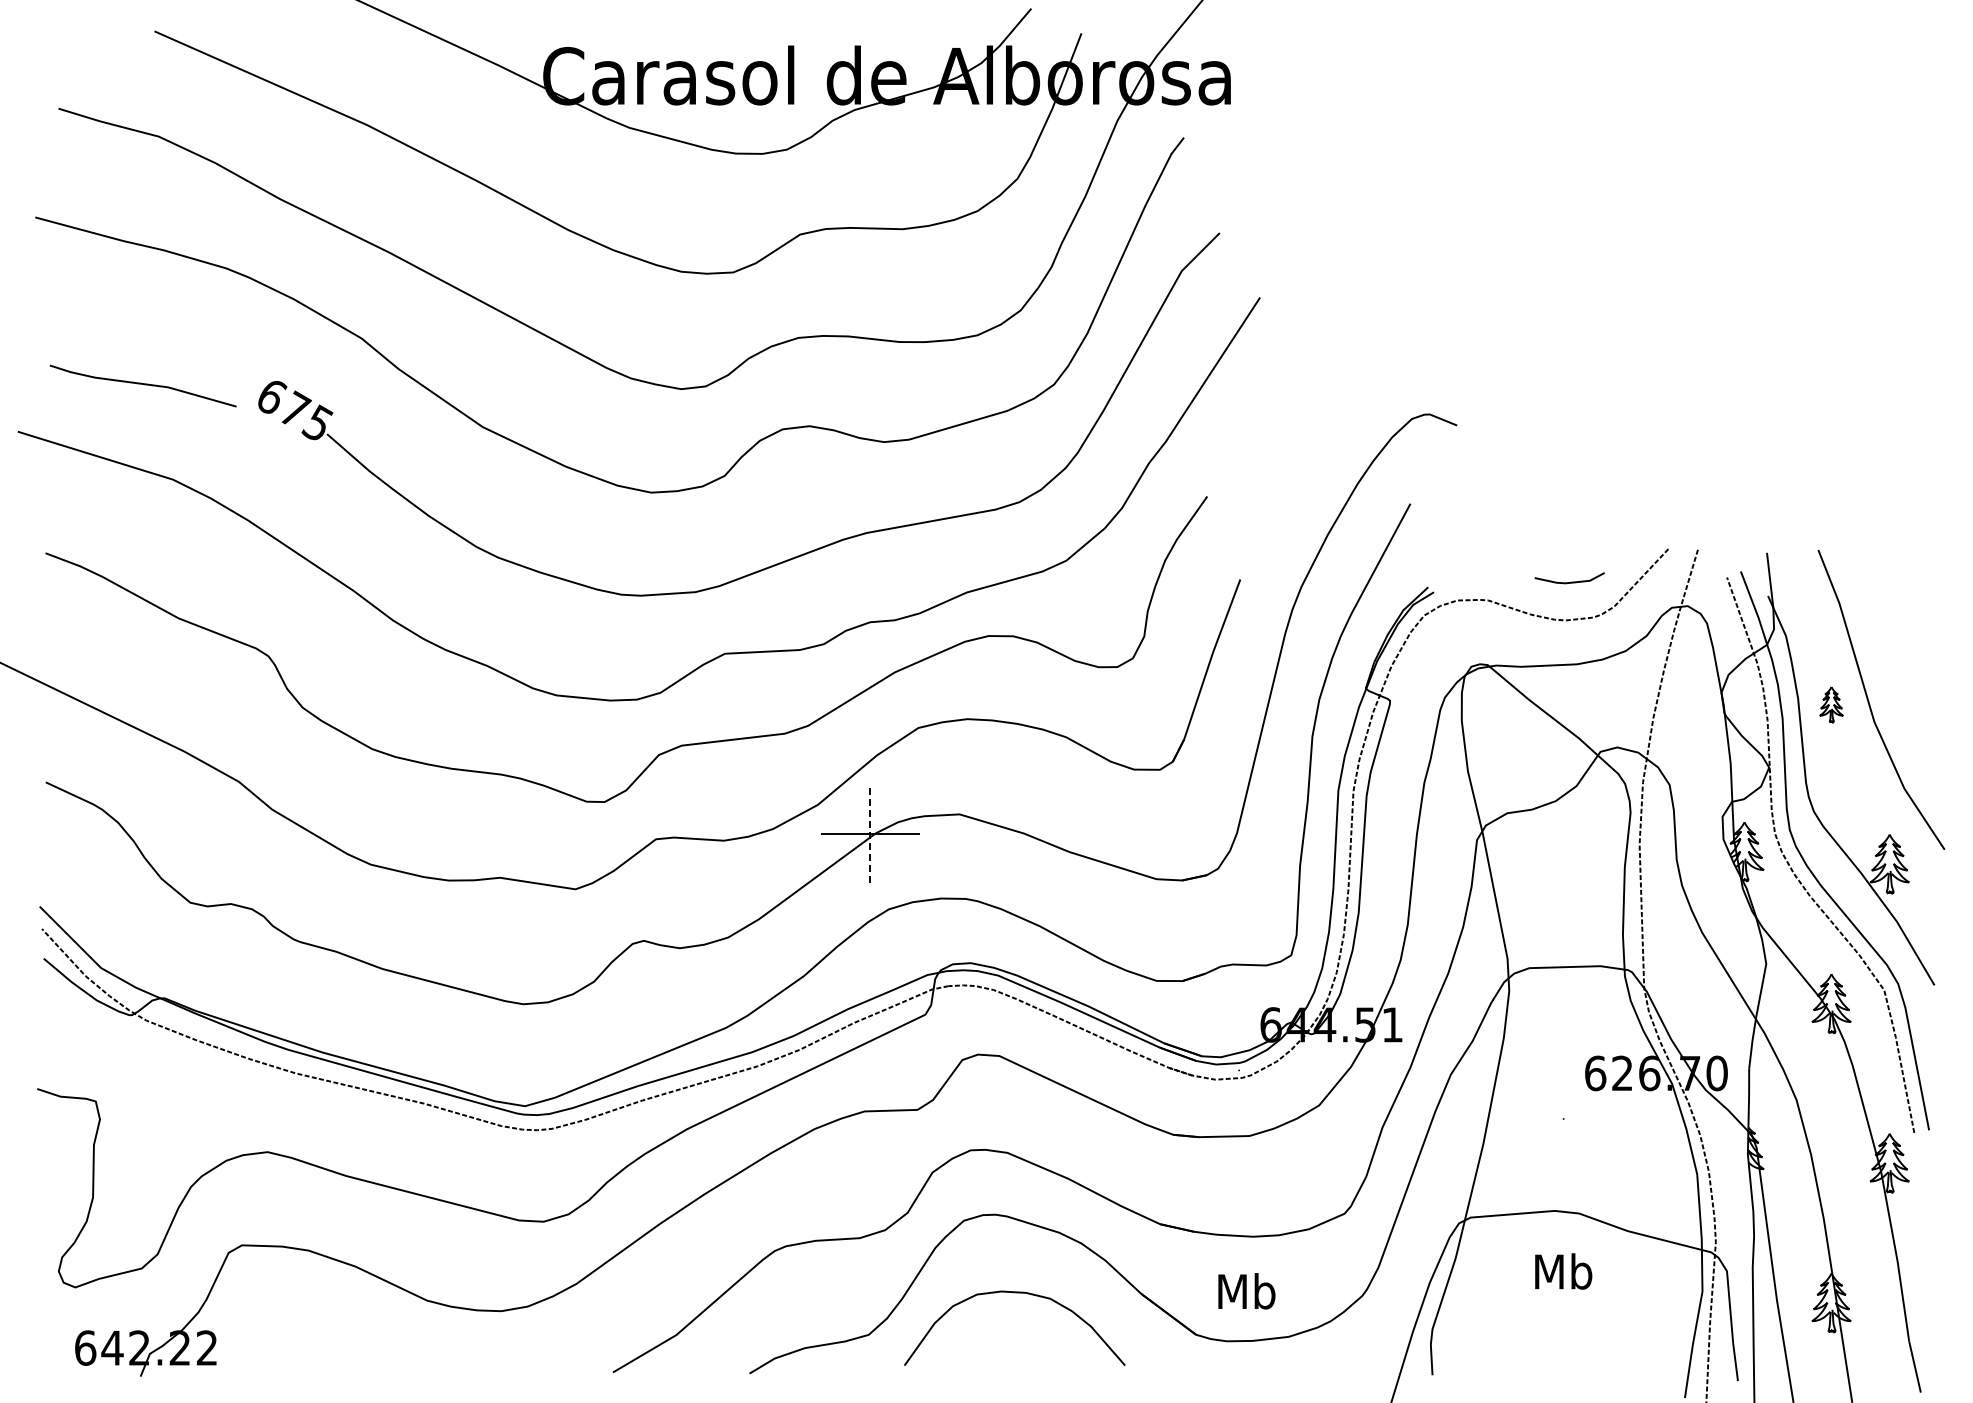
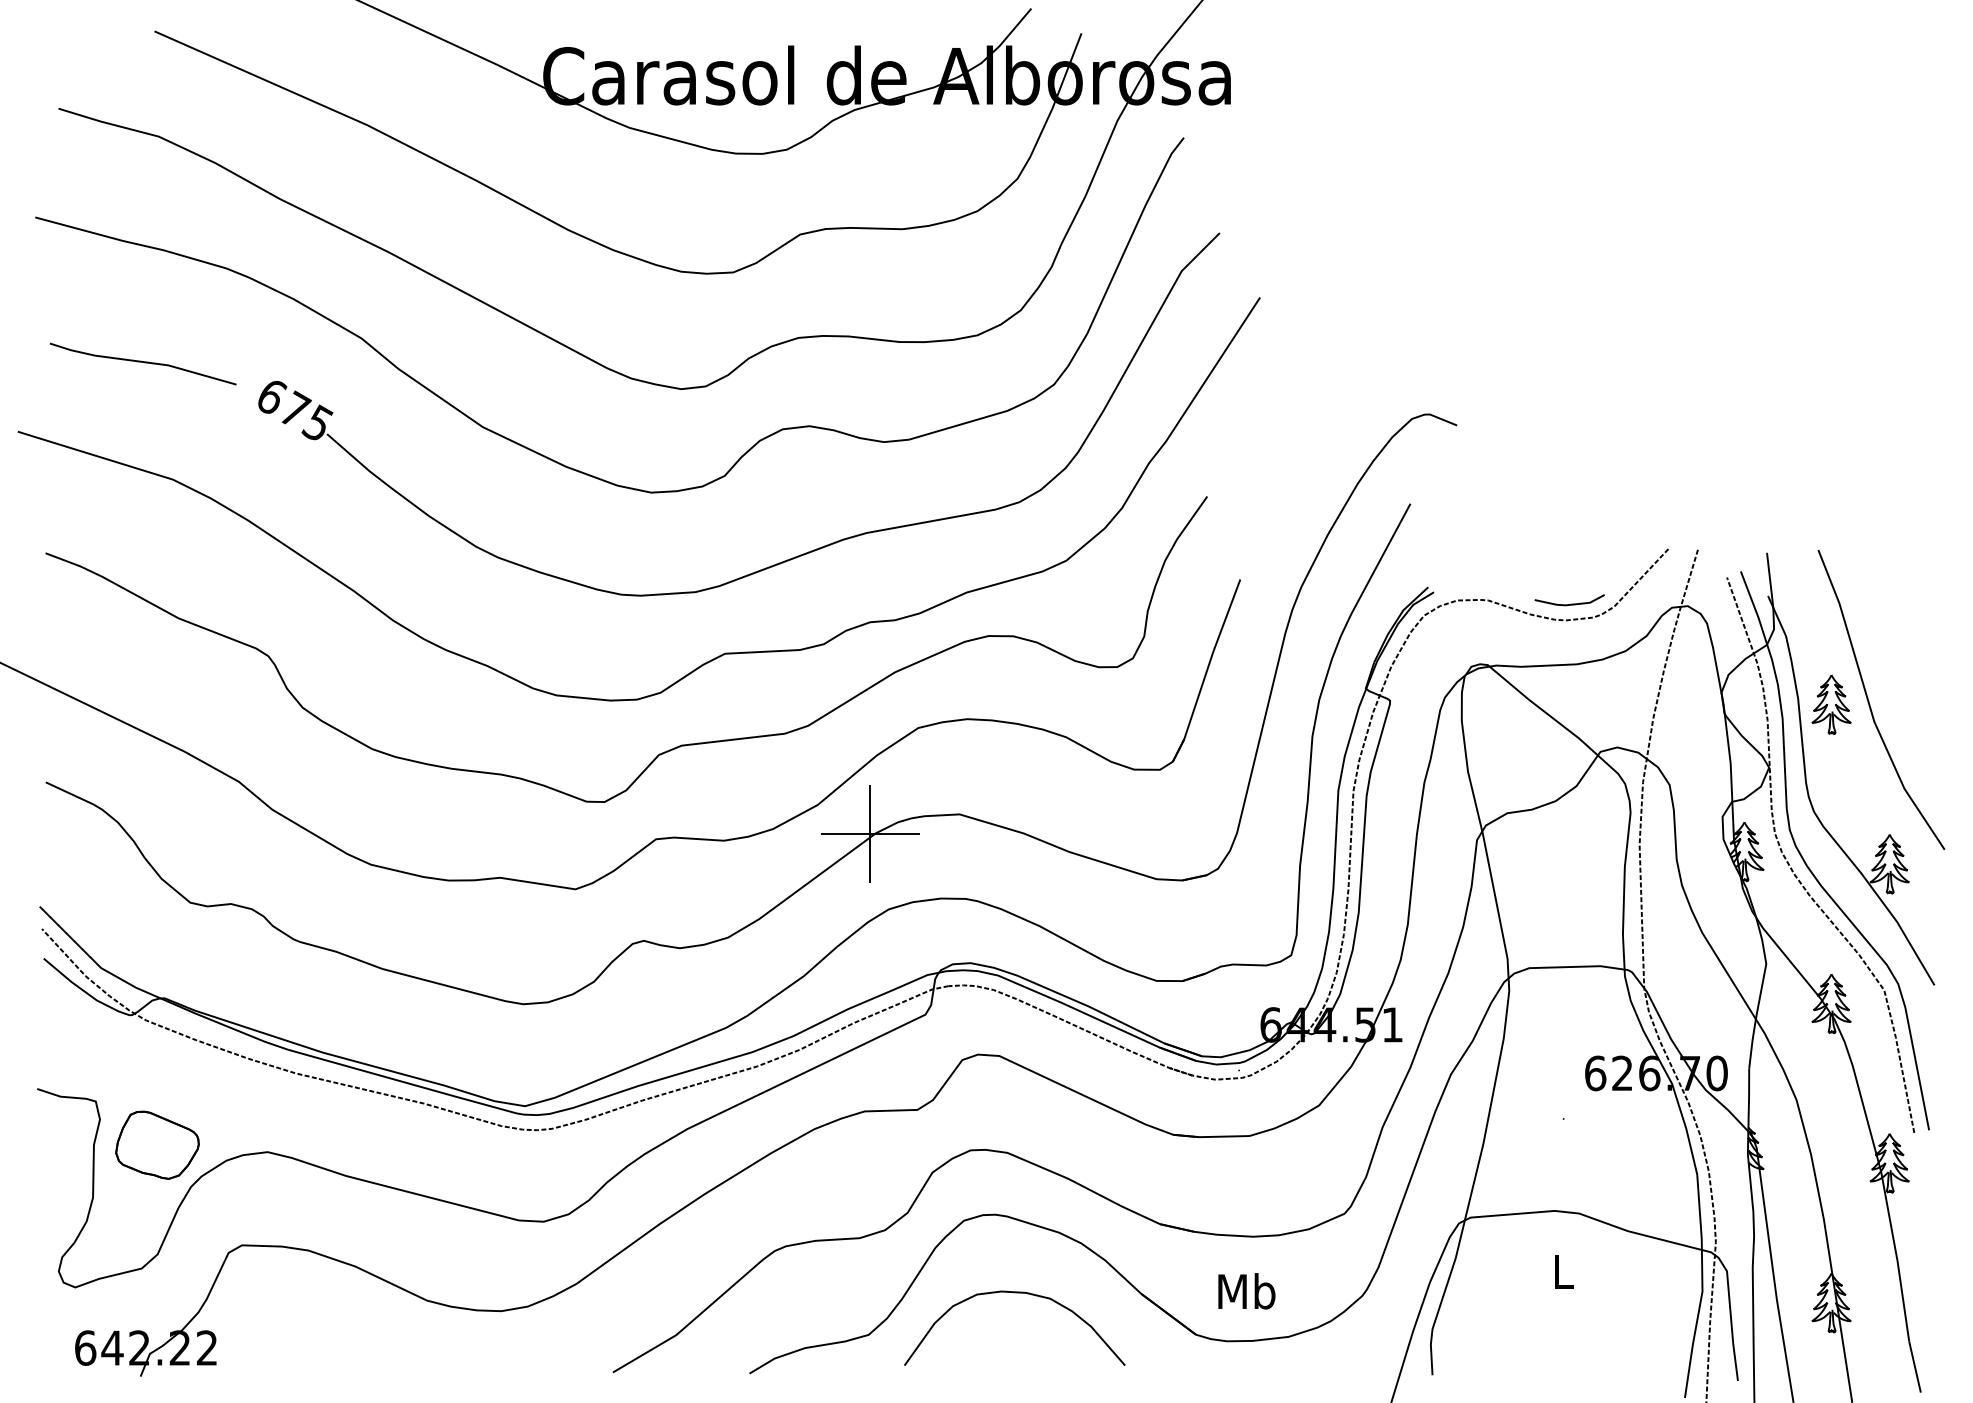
line at (142, 384) position: (142, 384) -> (142, 362)
line at (1570, 581) position: (1570, 581) -> (1570, 603)
part at (1831, 704) size: 25x38 px -> 41x60 px
line at (870, 833): dashed -> solid
part at (157, 1144): none -> present
text at (1563, 1271): Mb -> L
